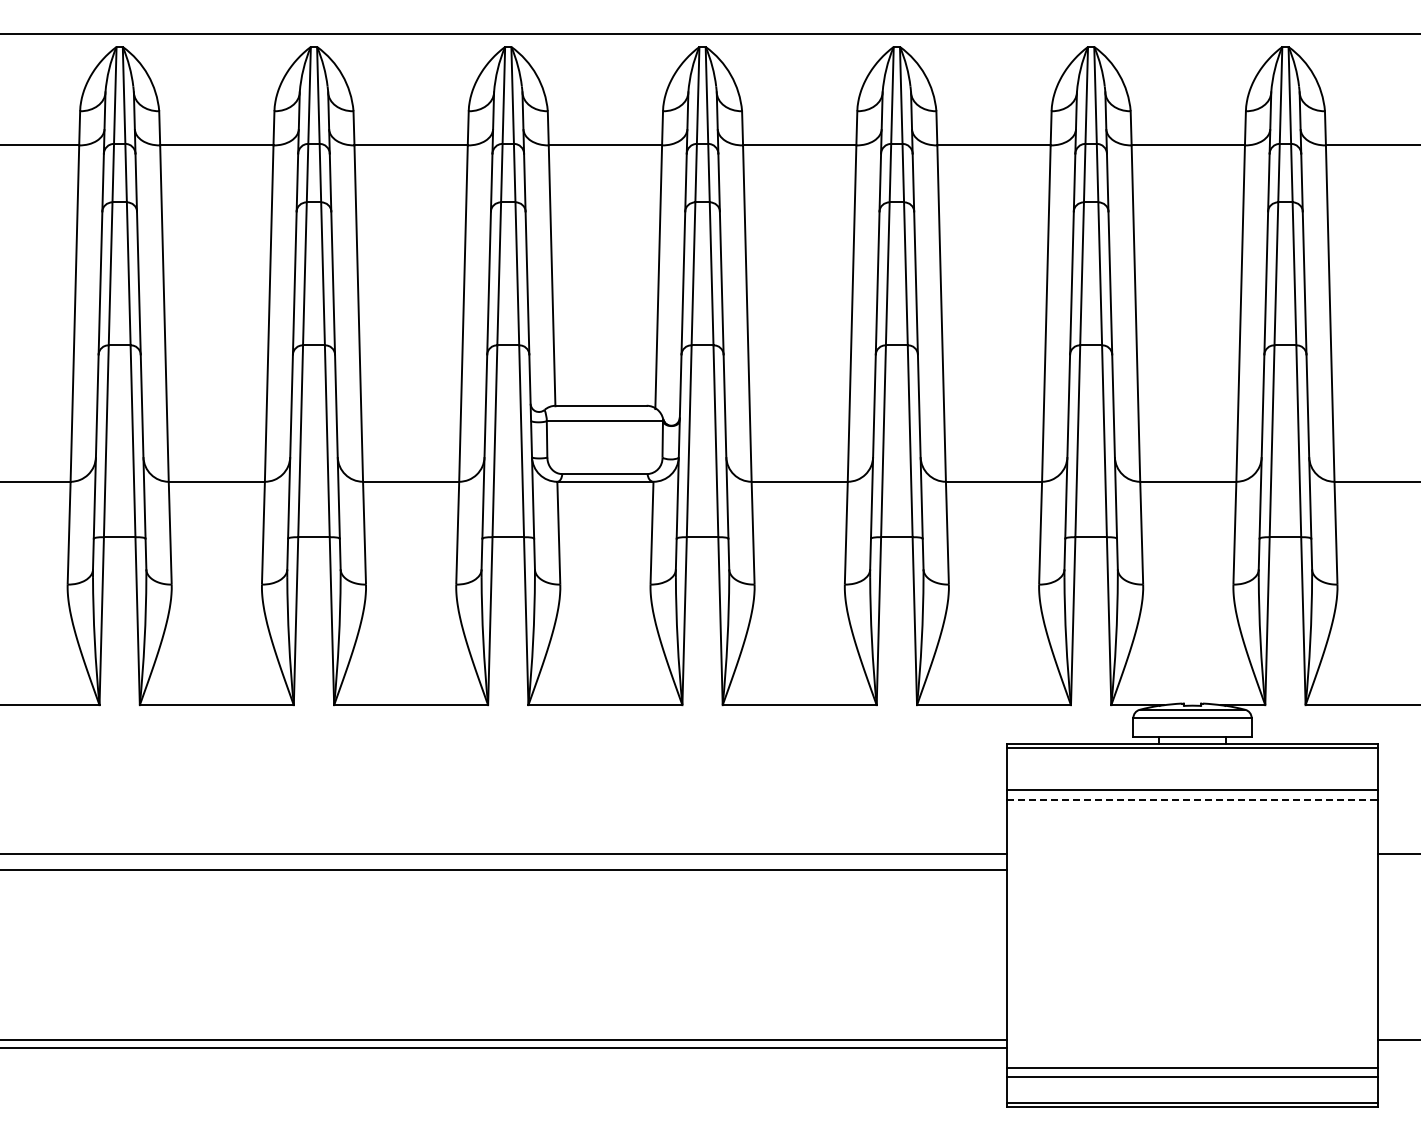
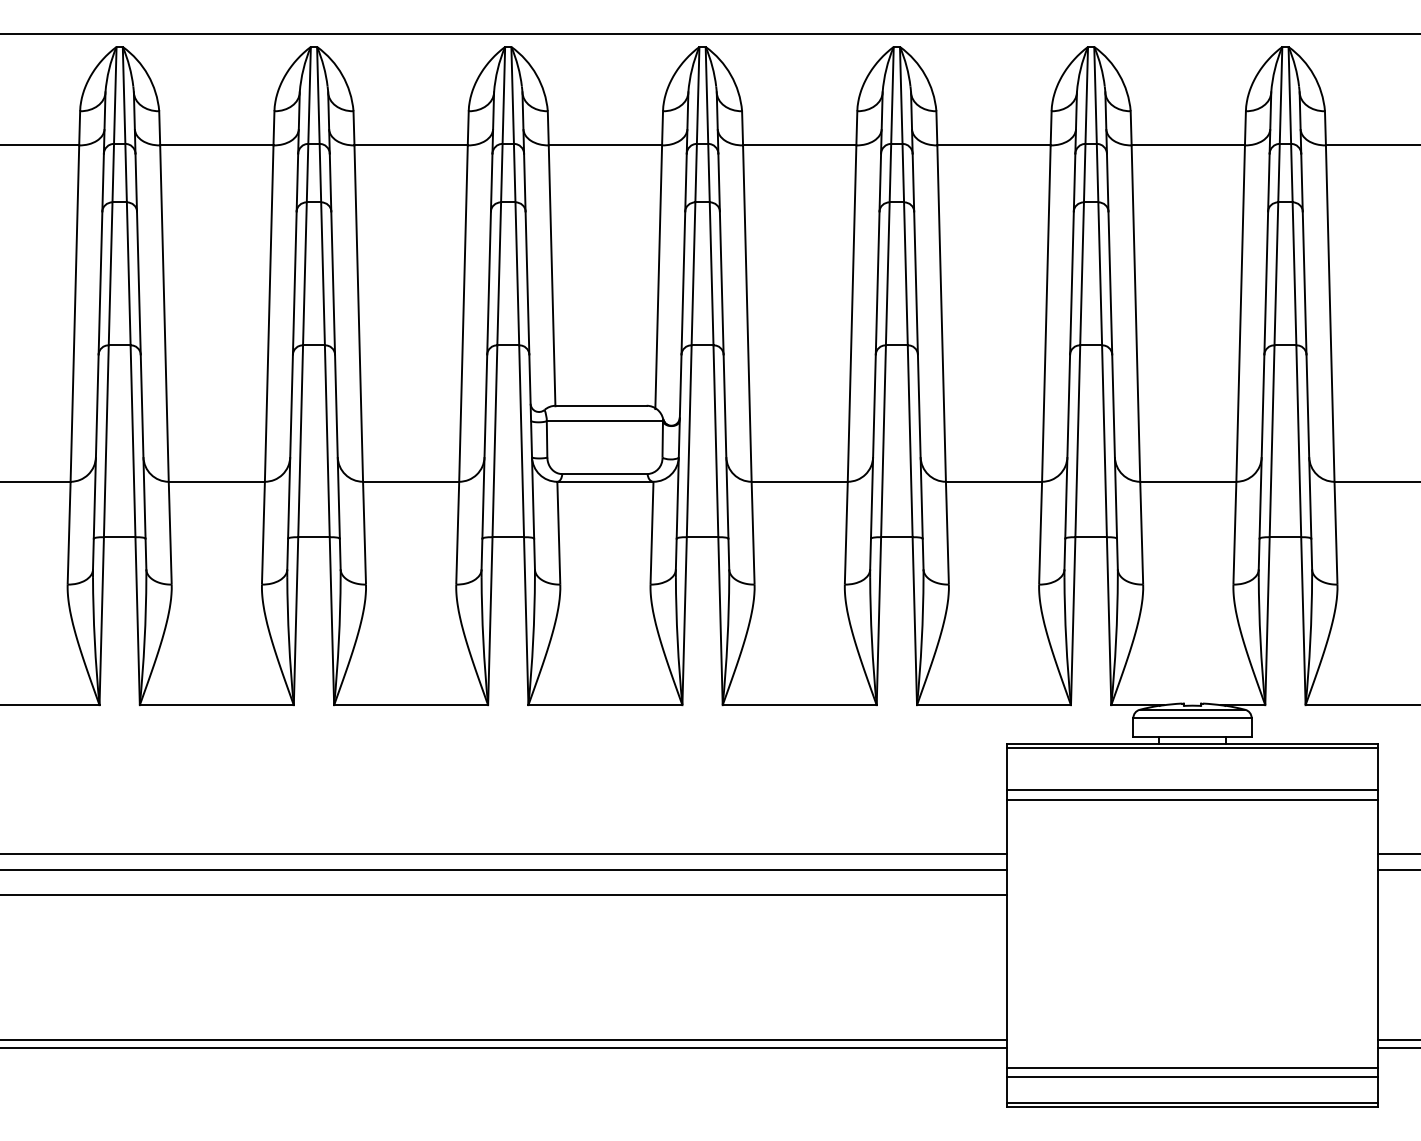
line at (1192, 799): dashed -> solid
line at (1397, 870): none -> present
line at (504, 895): none -> present
line at (1397, 1047): none -> present
